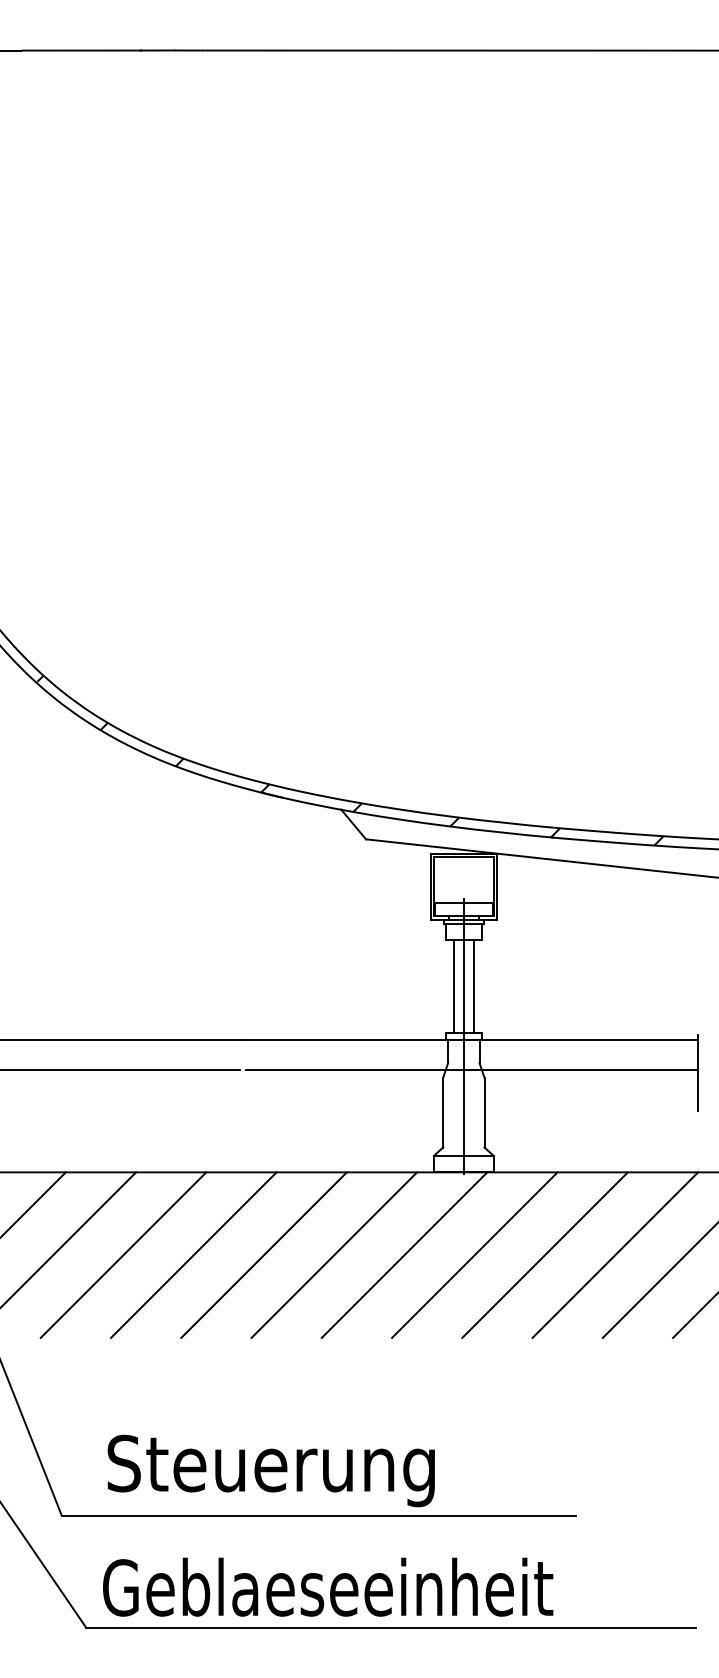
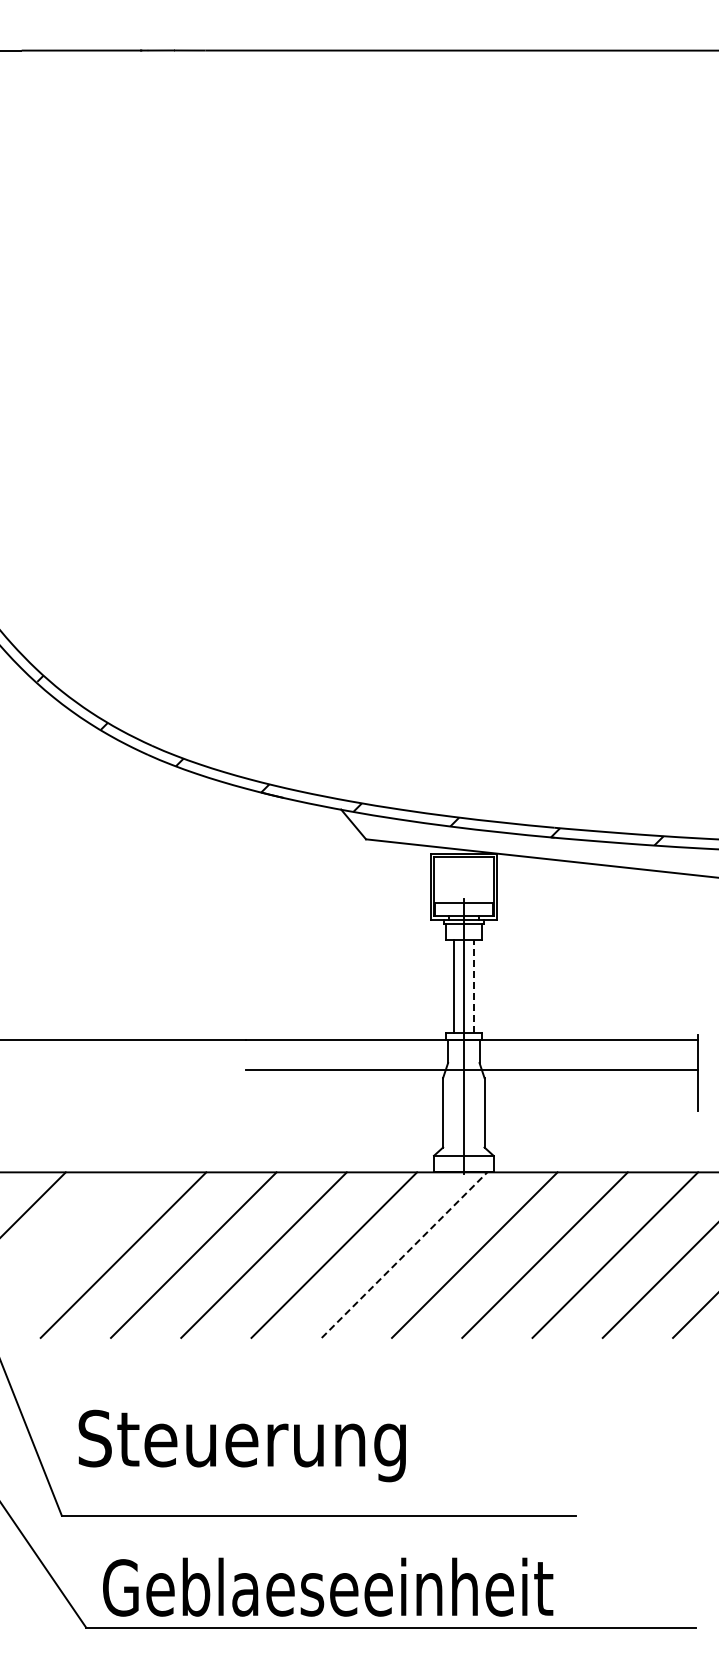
line at (473, 986): solid -> dashed
line at (120, 1069): present -> none
line at (69, 1239): present -> none
line at (404, 1254): solid -> dashed
text at (270, 1470) position: (270, 1470) -> (241, 1445)
